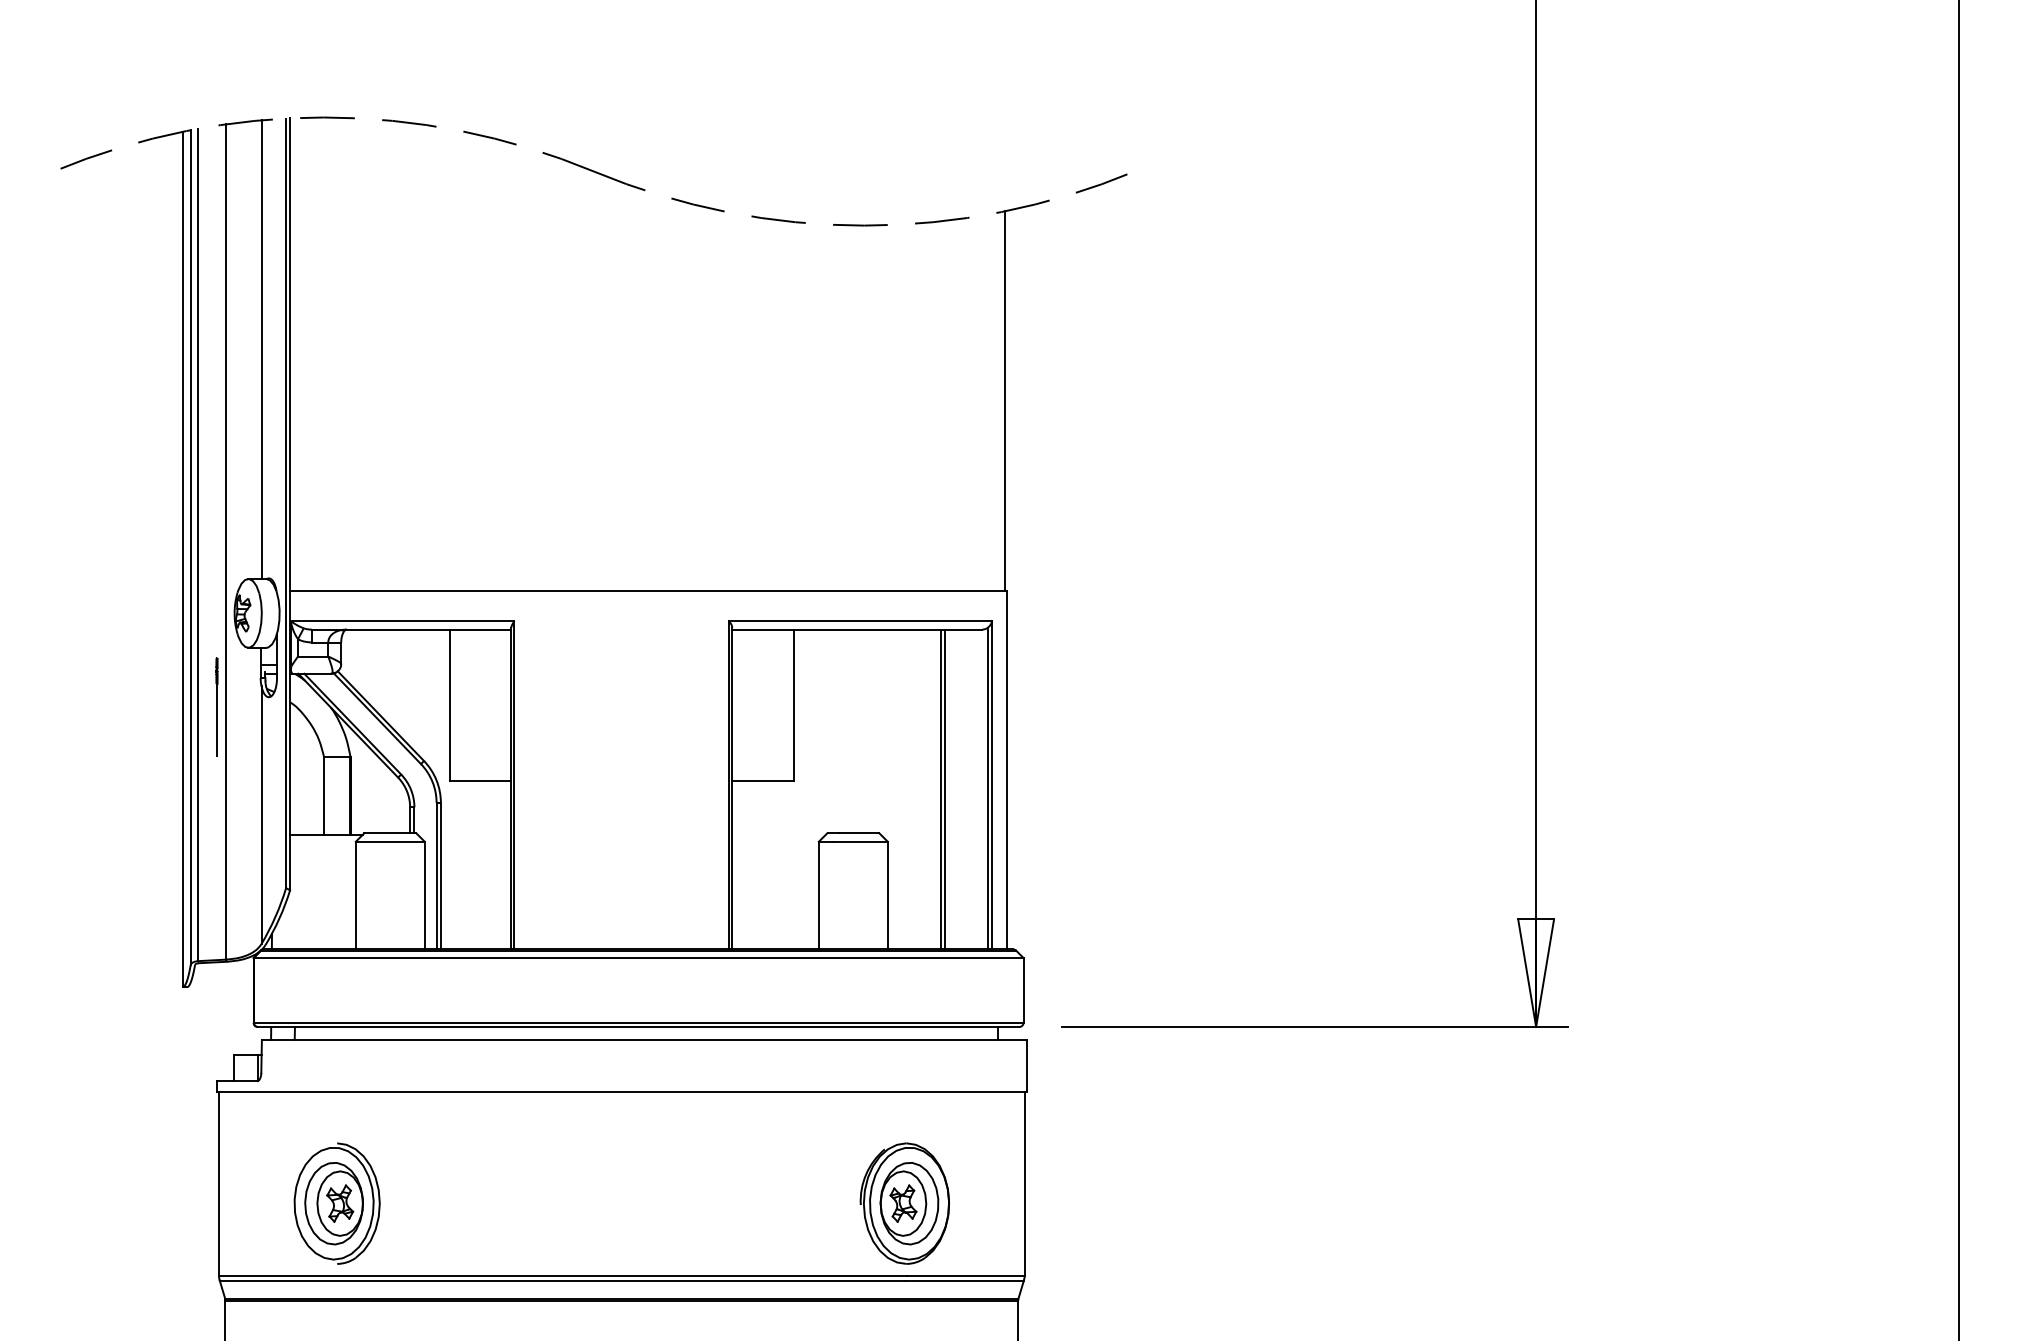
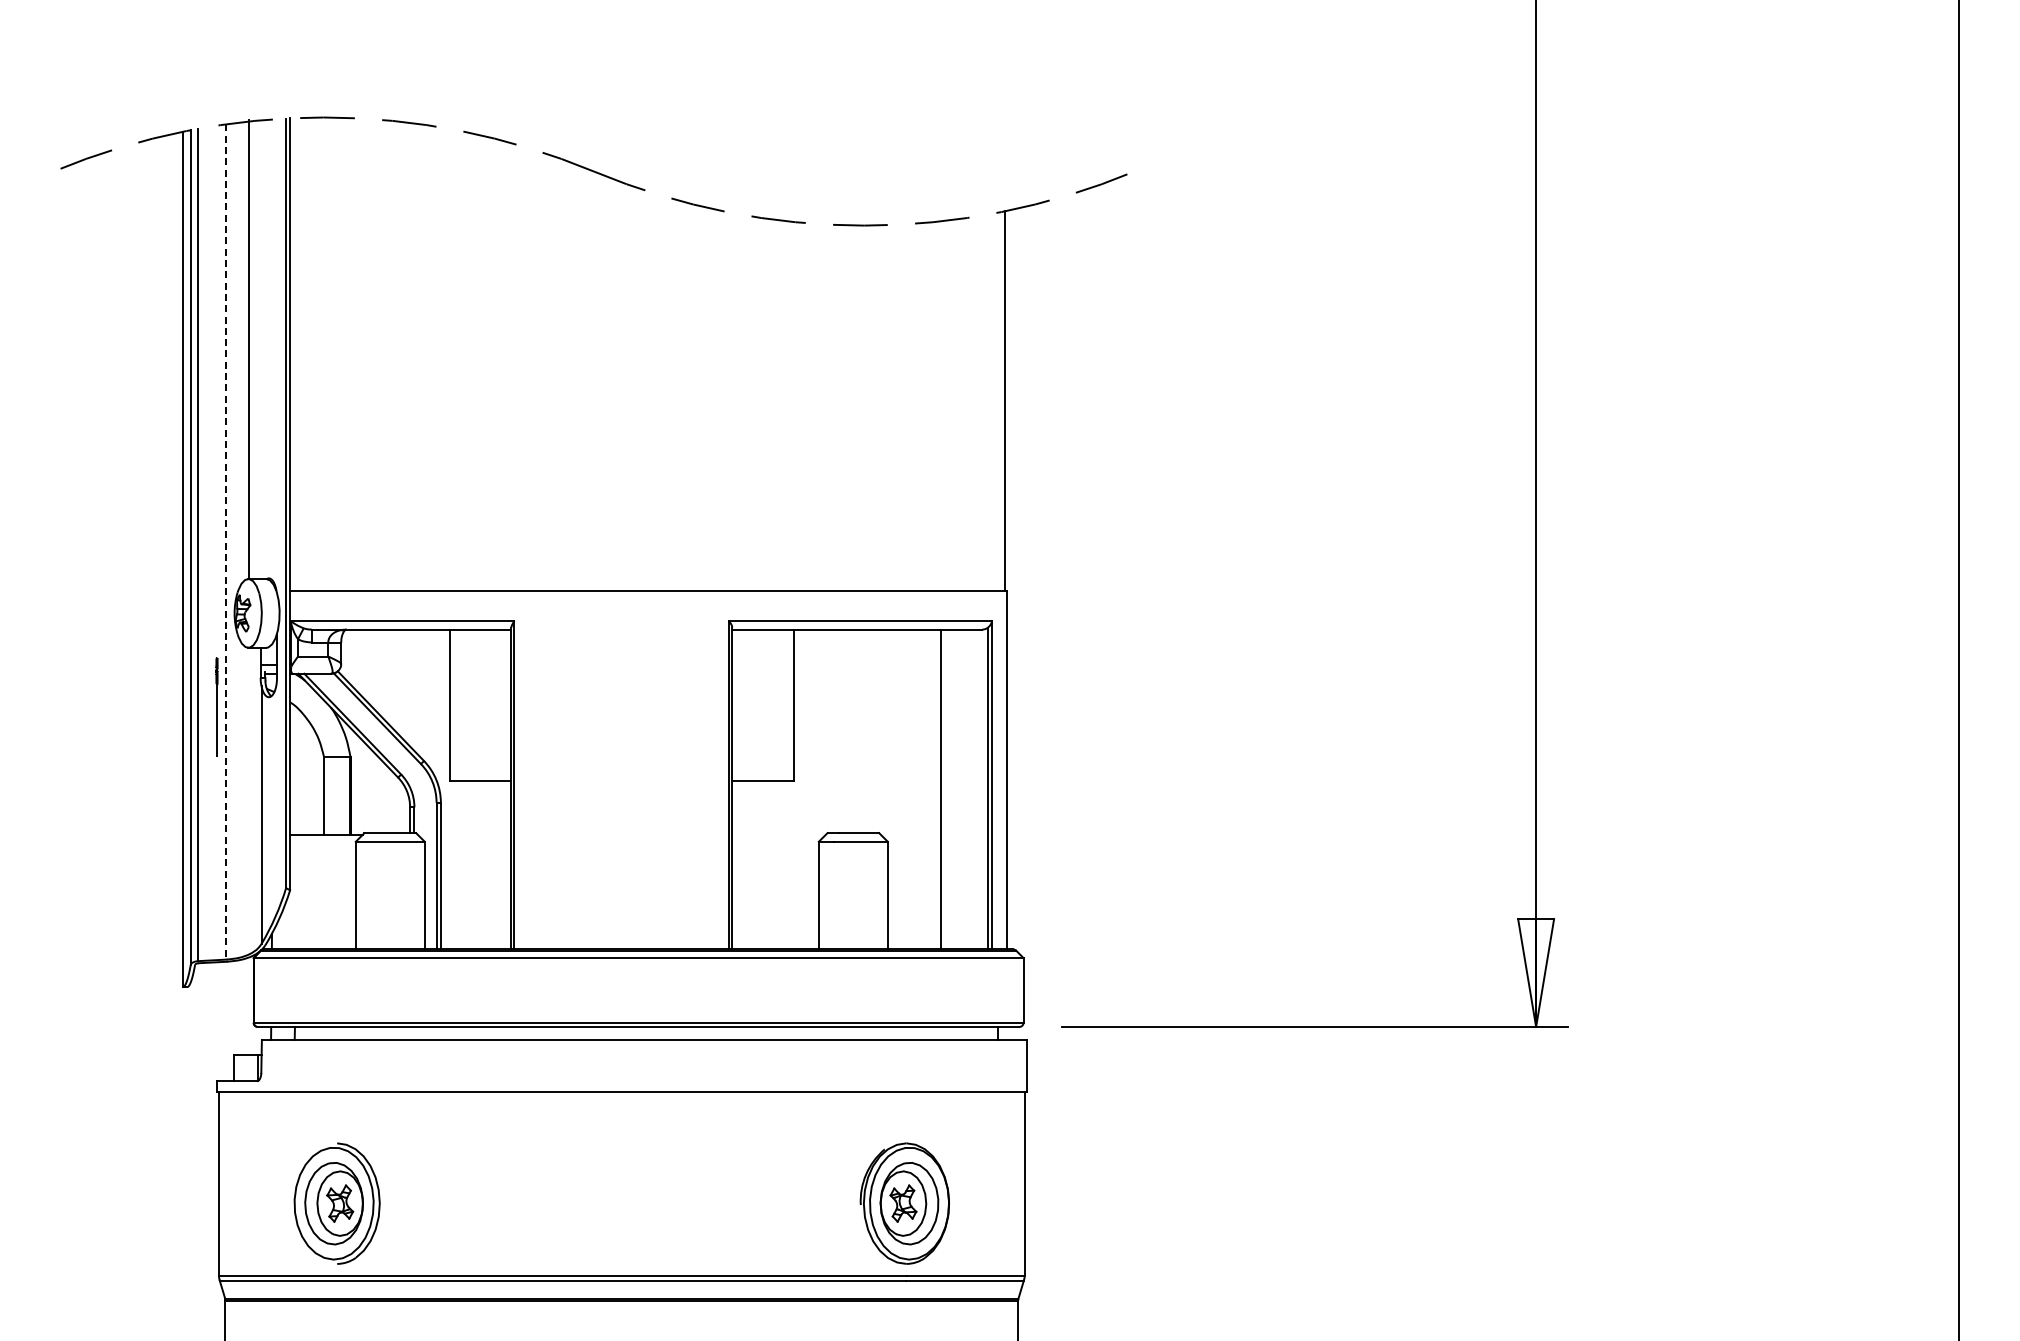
line at (261, 349) position: (261, 349) -> (248, 349)
line at (226, 541): solid -> dashed
line at (945, 789): present -> none
